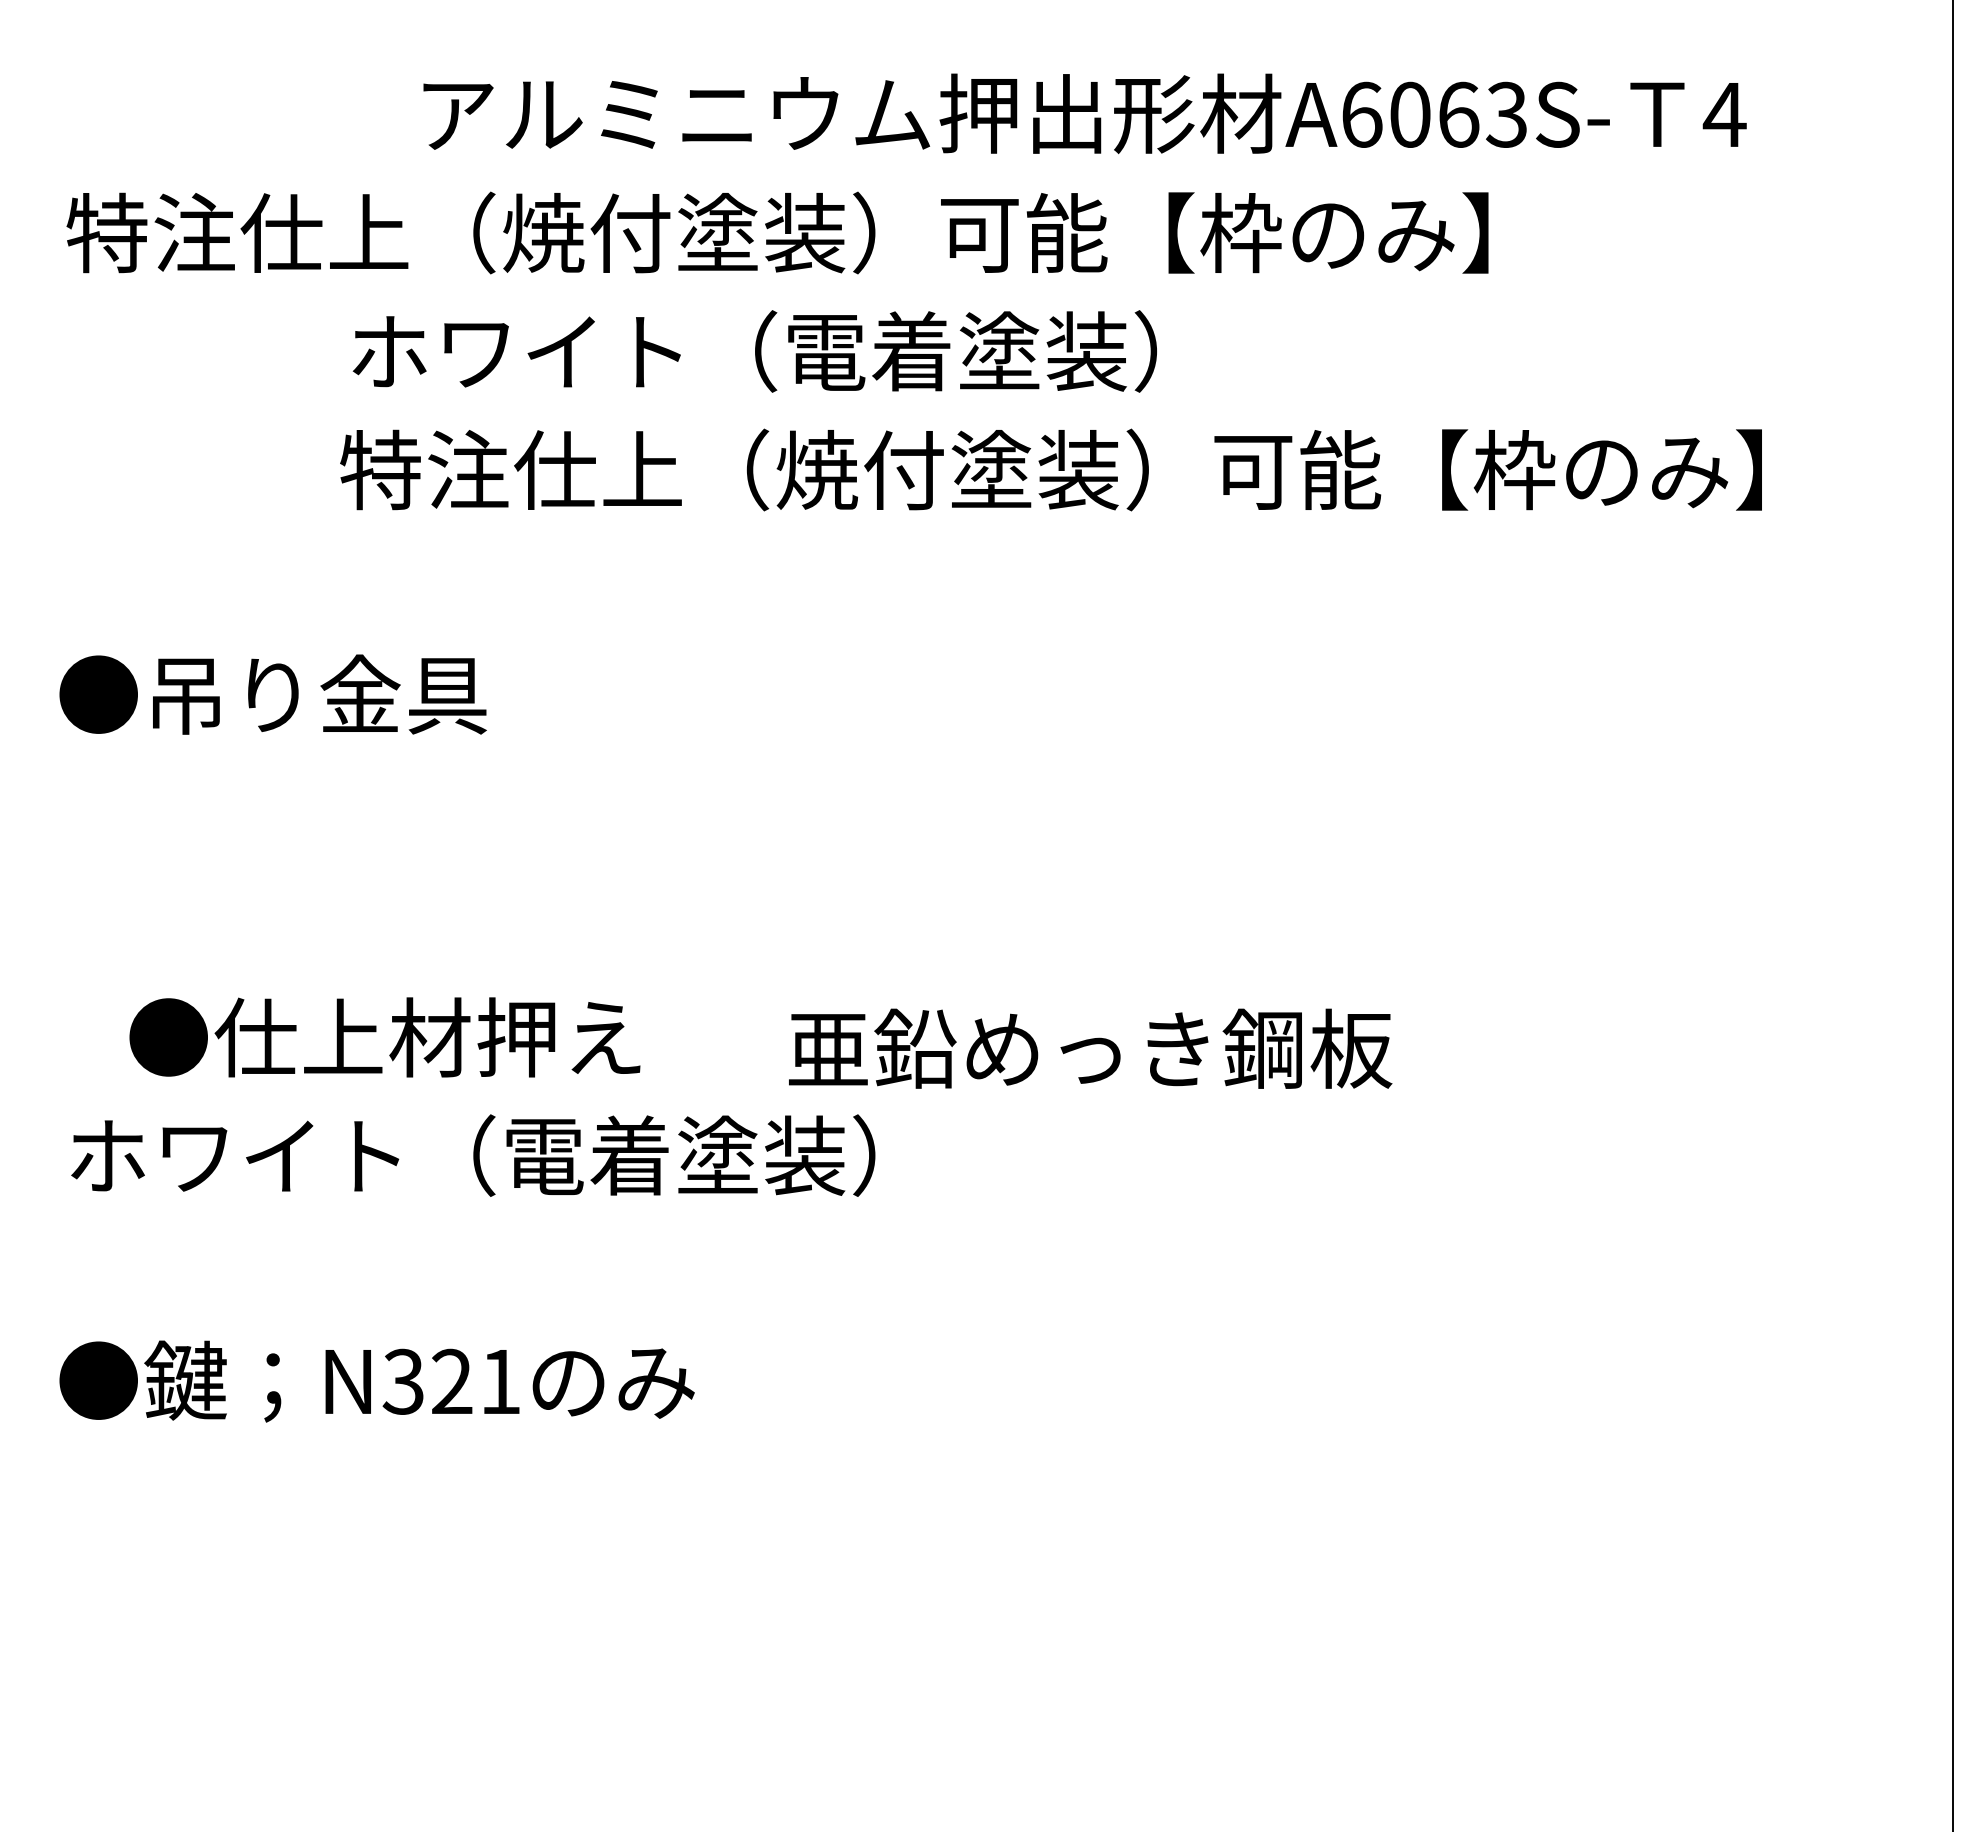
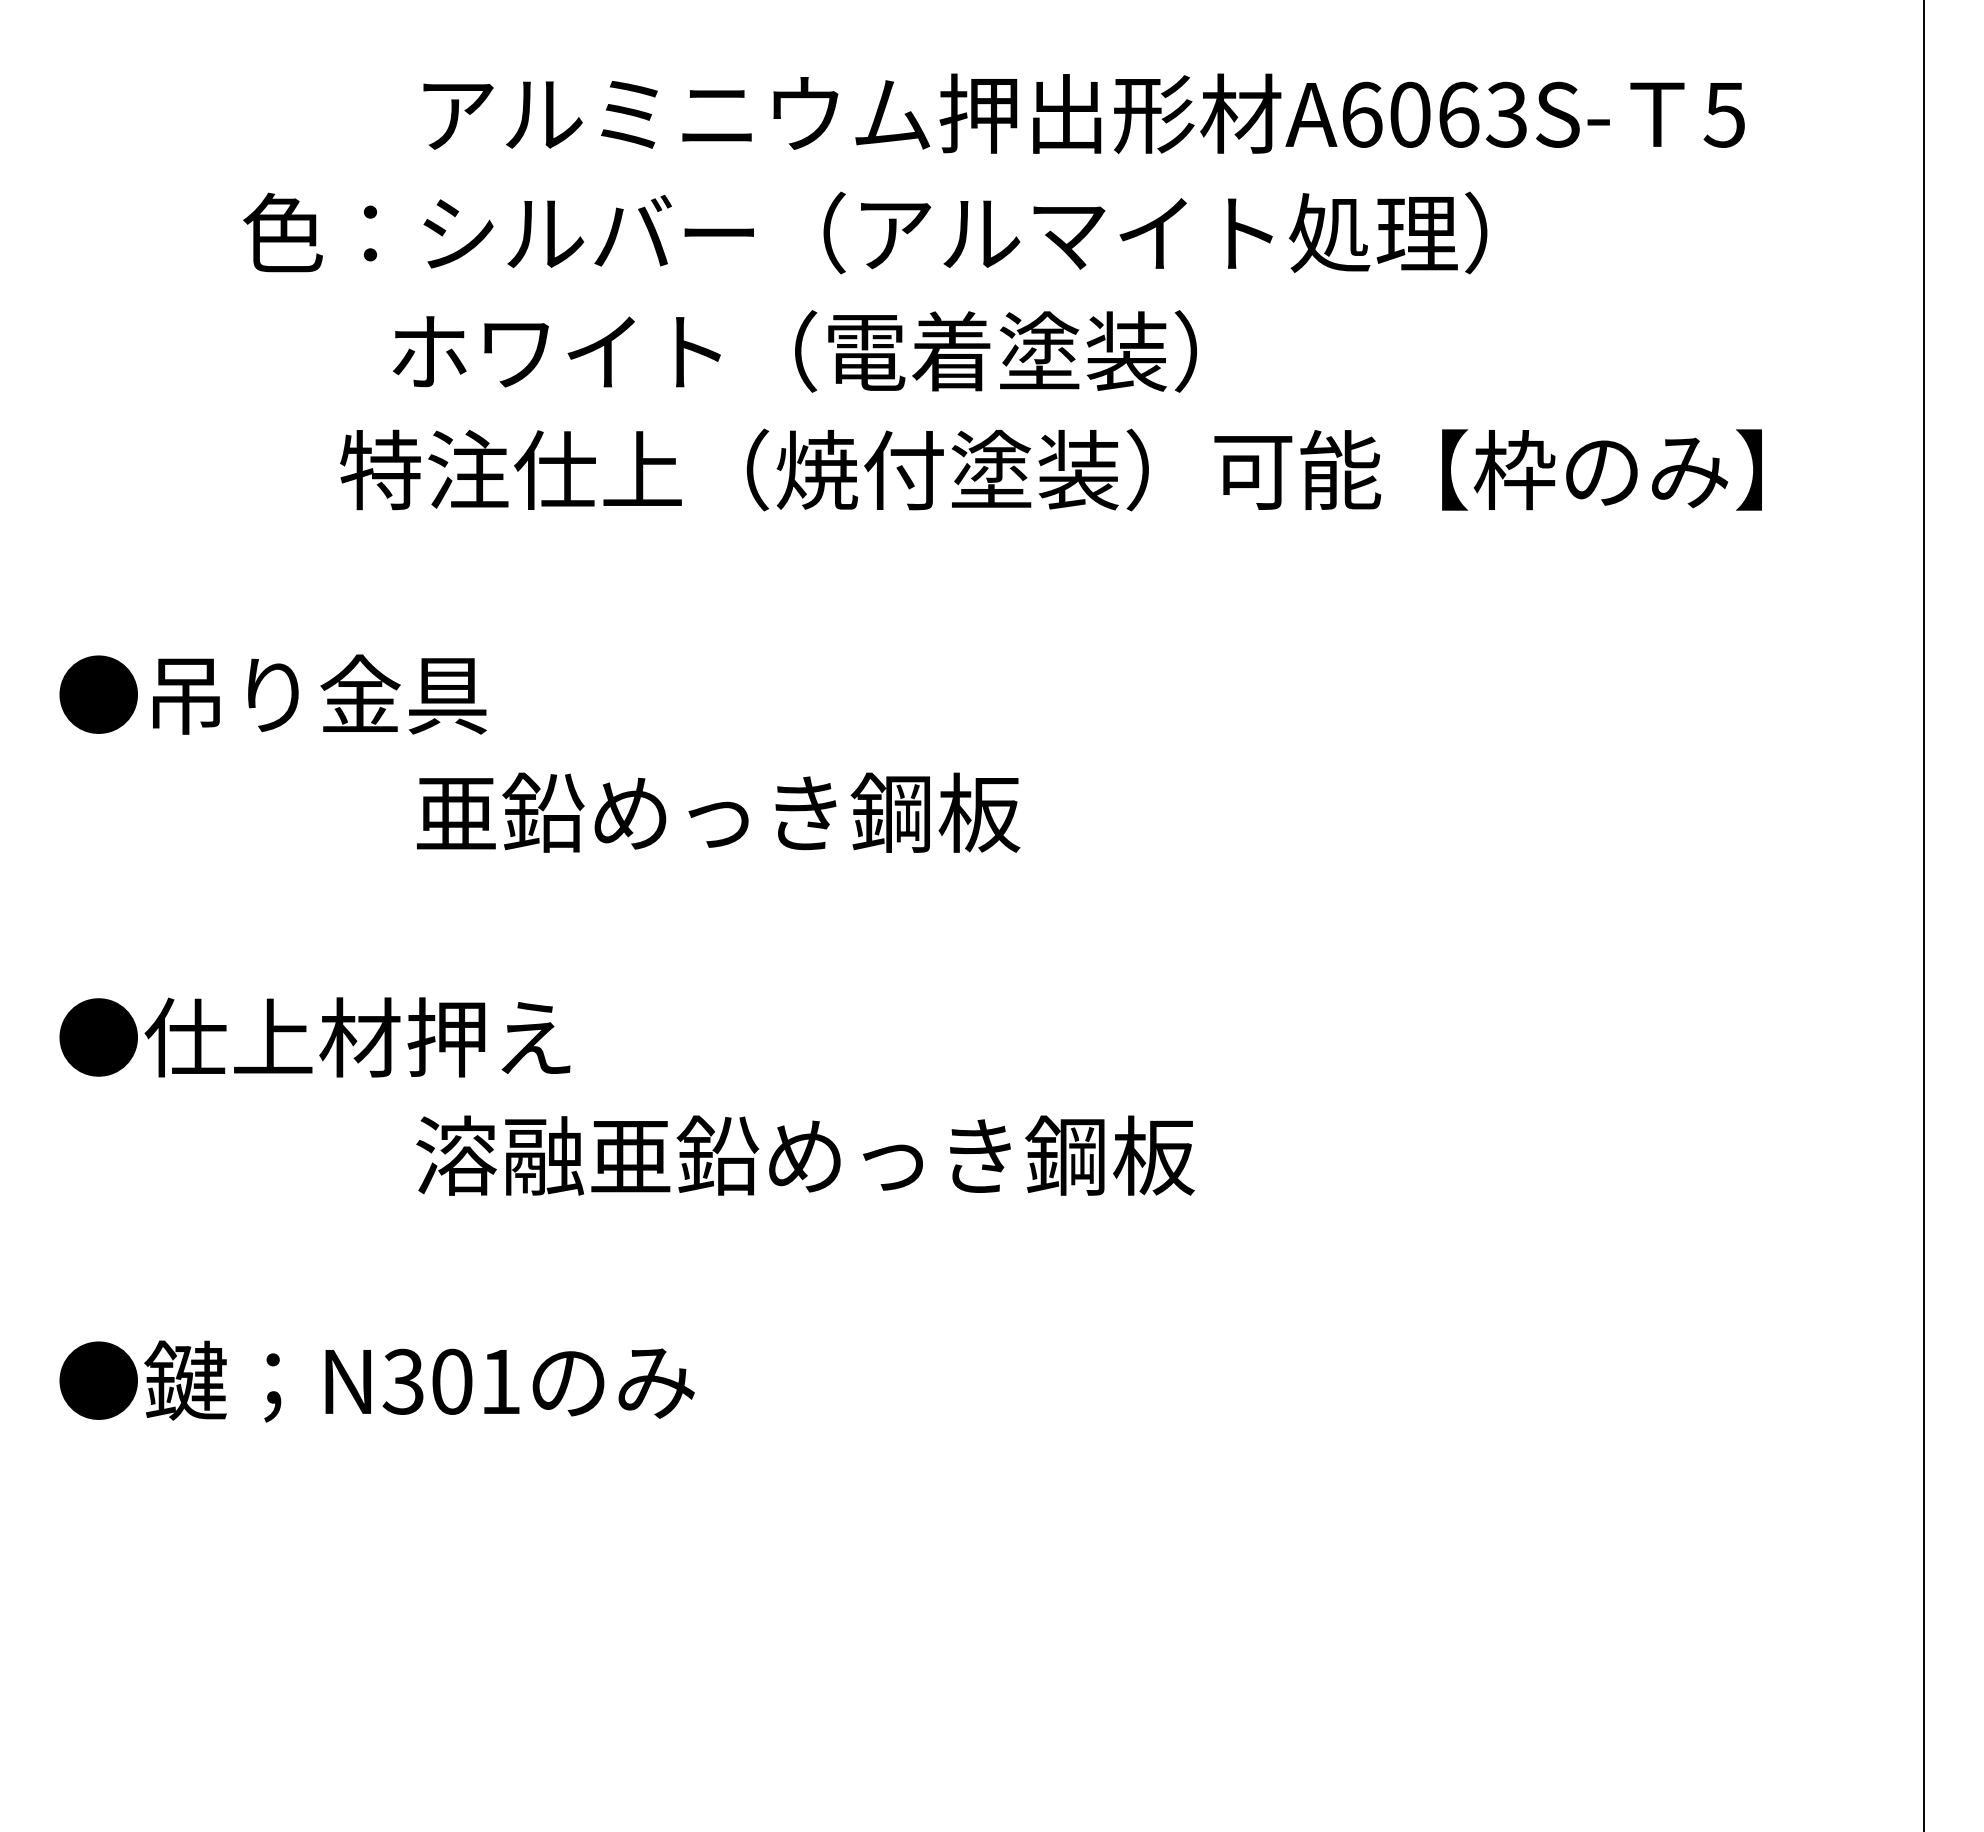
text at (1724, 115): 4 -> 5
text at (777, 232): 特注仕上（焼付塗装）可能【枠のみ】 -> 色：シルバー（アルマイト処理）
text at (754, 351) position: (754, 351) -> (794, 351)
line at (1953, 915) position: (1953, 915) -> (1924, 915)
text at (384, 1037) position: (384, 1037) -> (314, 1037)
text at (1090, 1048) position: (1090, 1048) -> (718, 812)
text at (632, 1155): ホワイト（電着塗装） -> 溶融亜鉛めっき鋼板
text at (452, 1381): N321 -> N301
